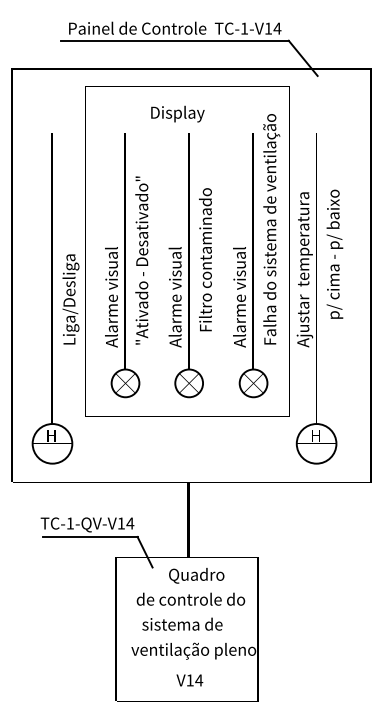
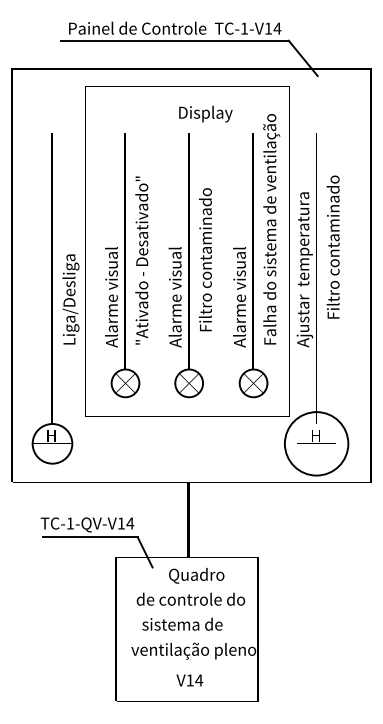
text at (177, 113) position: (177, 113) -> (205, 113)
text at (334, 246): p/ cima - p/ baixo -> Filtro contaminado
circle at (316, 443) diameter: 40 px -> 63 px
